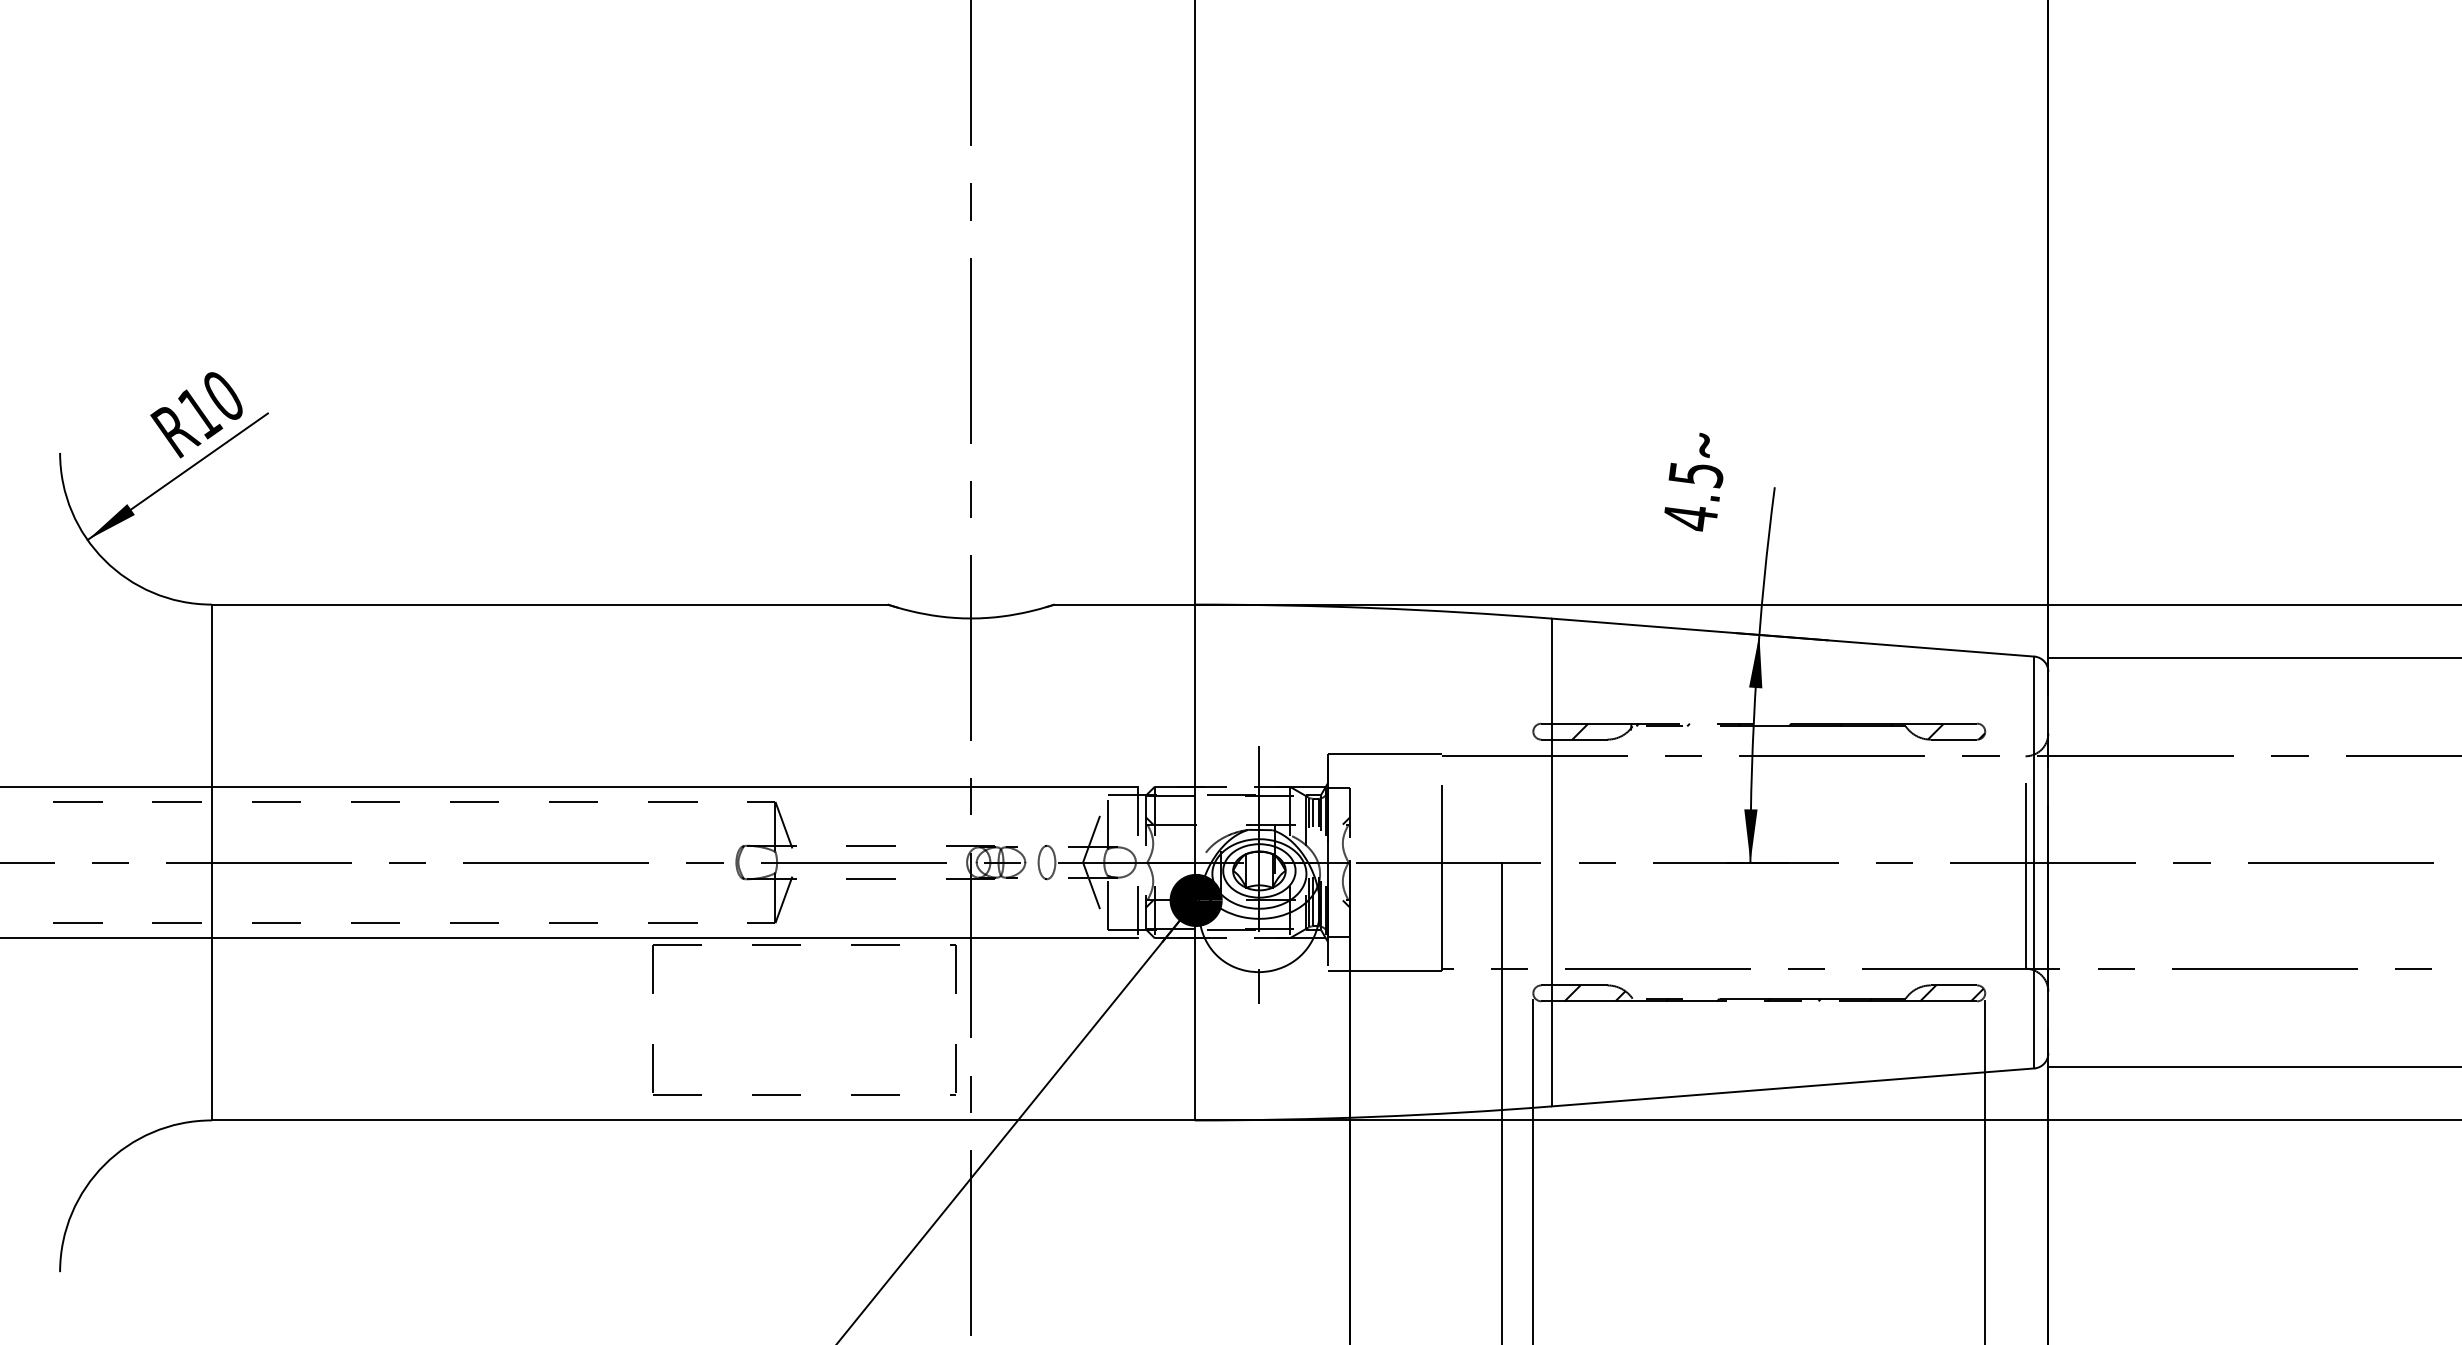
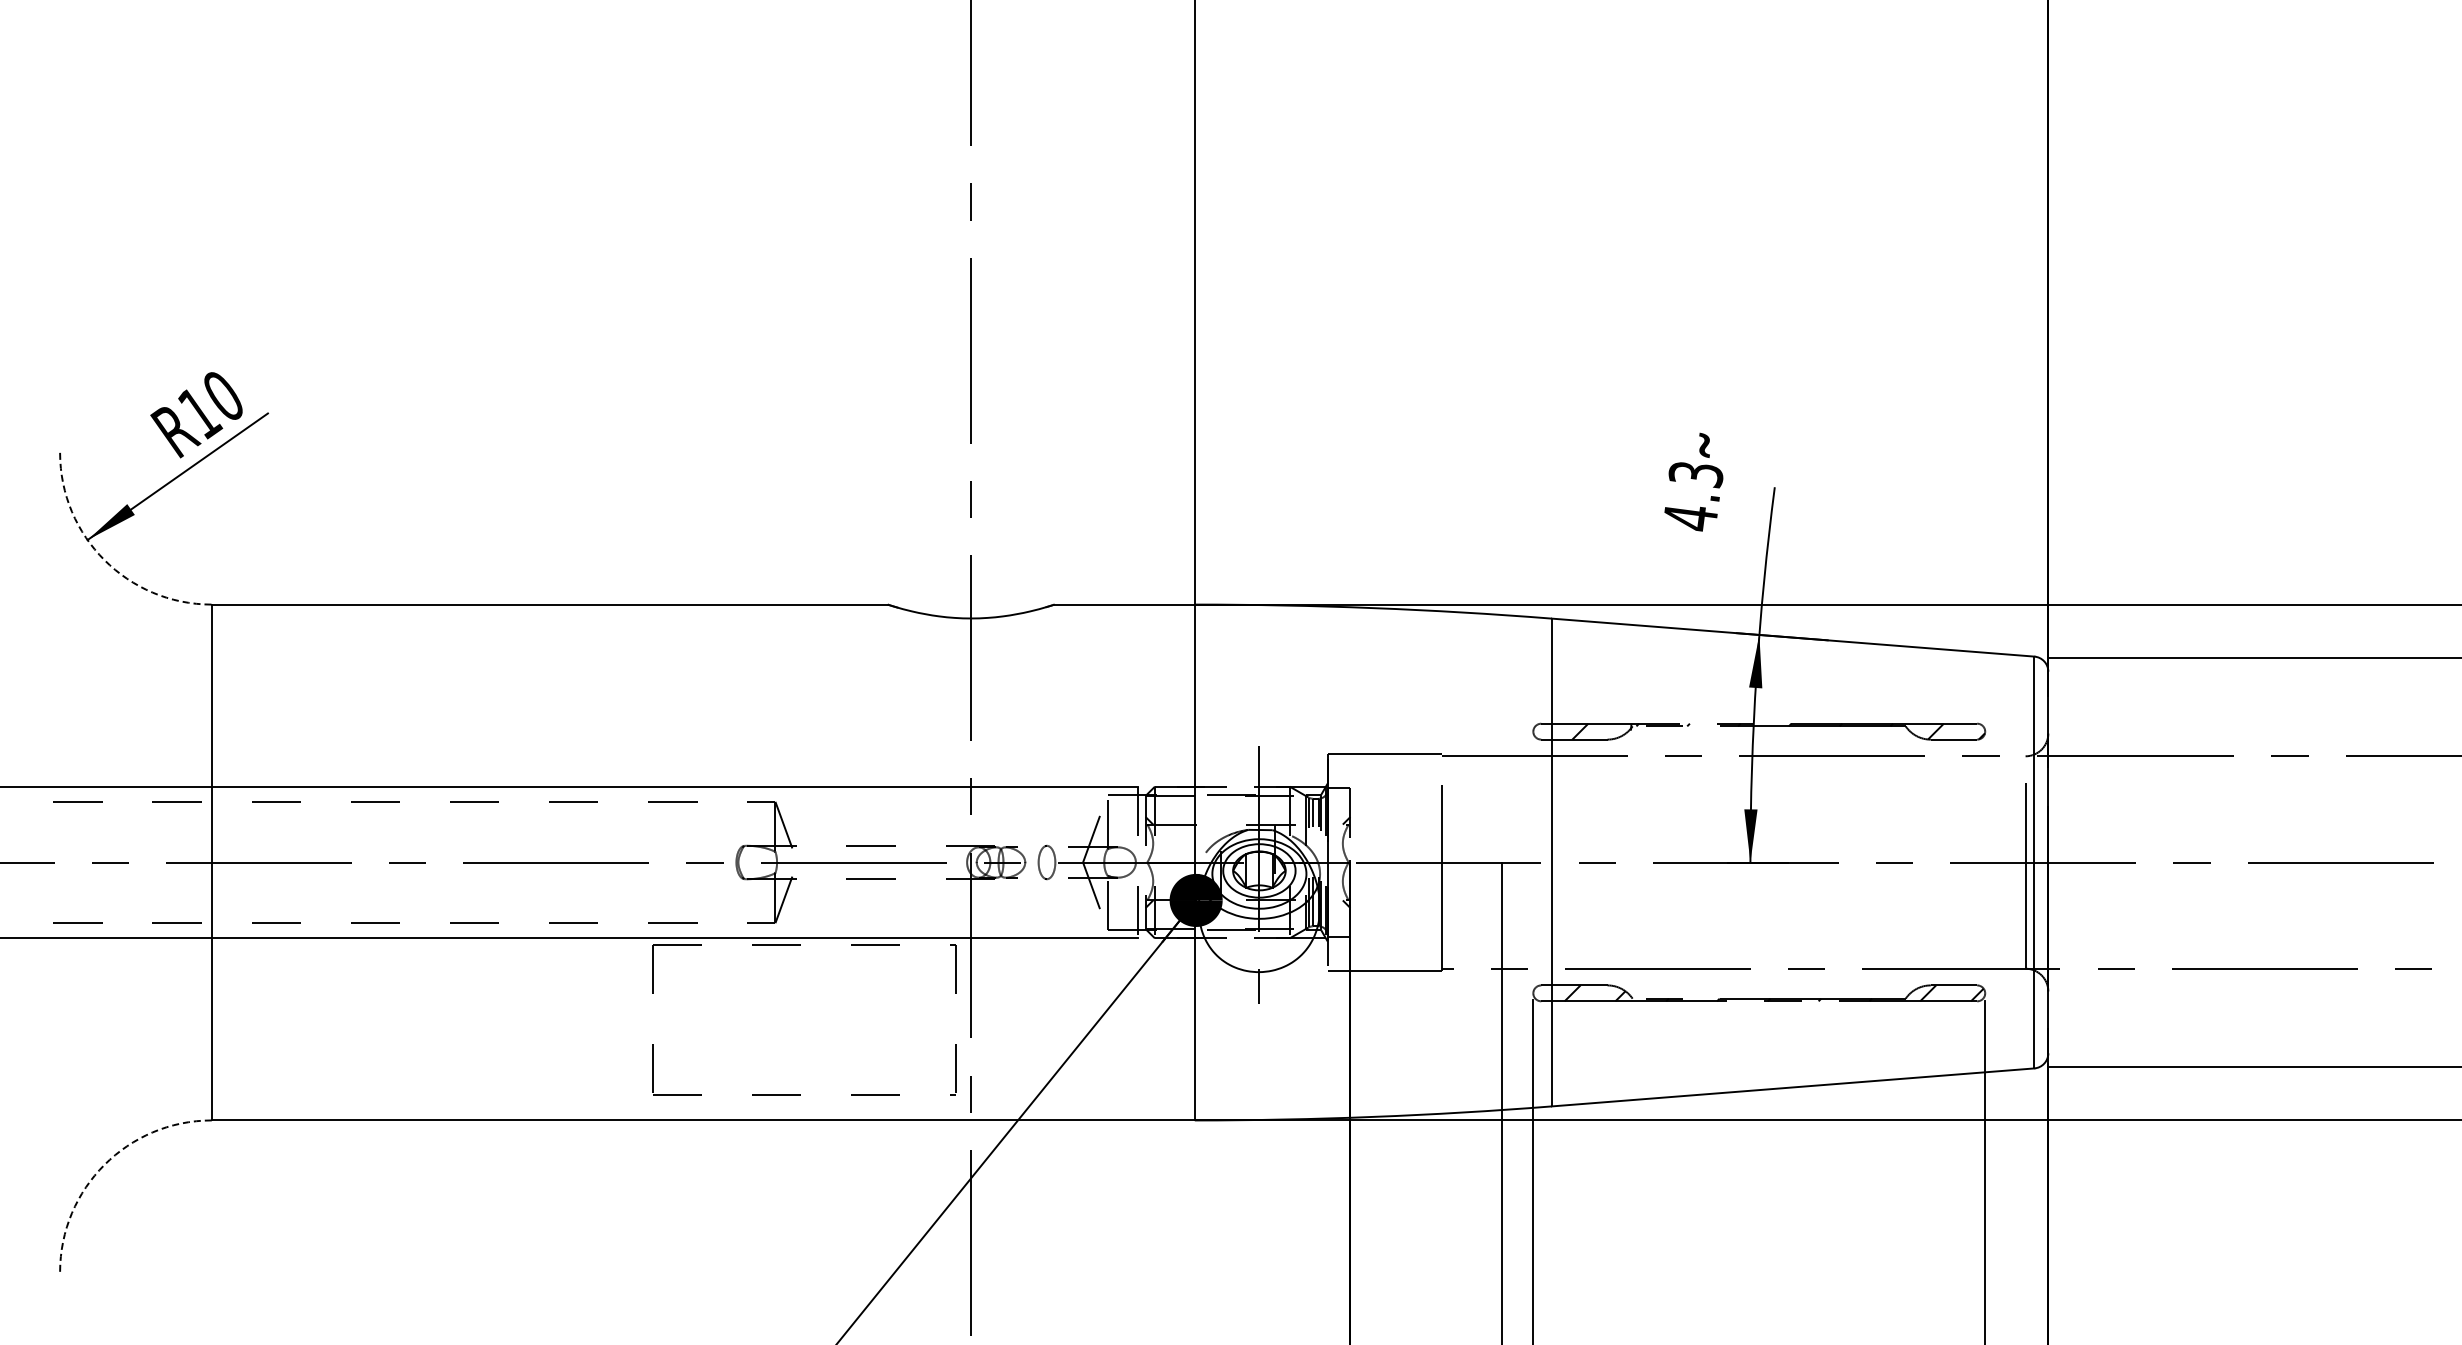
text at (1695, 475): 4.5 -> 4.3
arc at (104, 560): solid -> dashed
arc at (104, 1164): solid -> dashed
